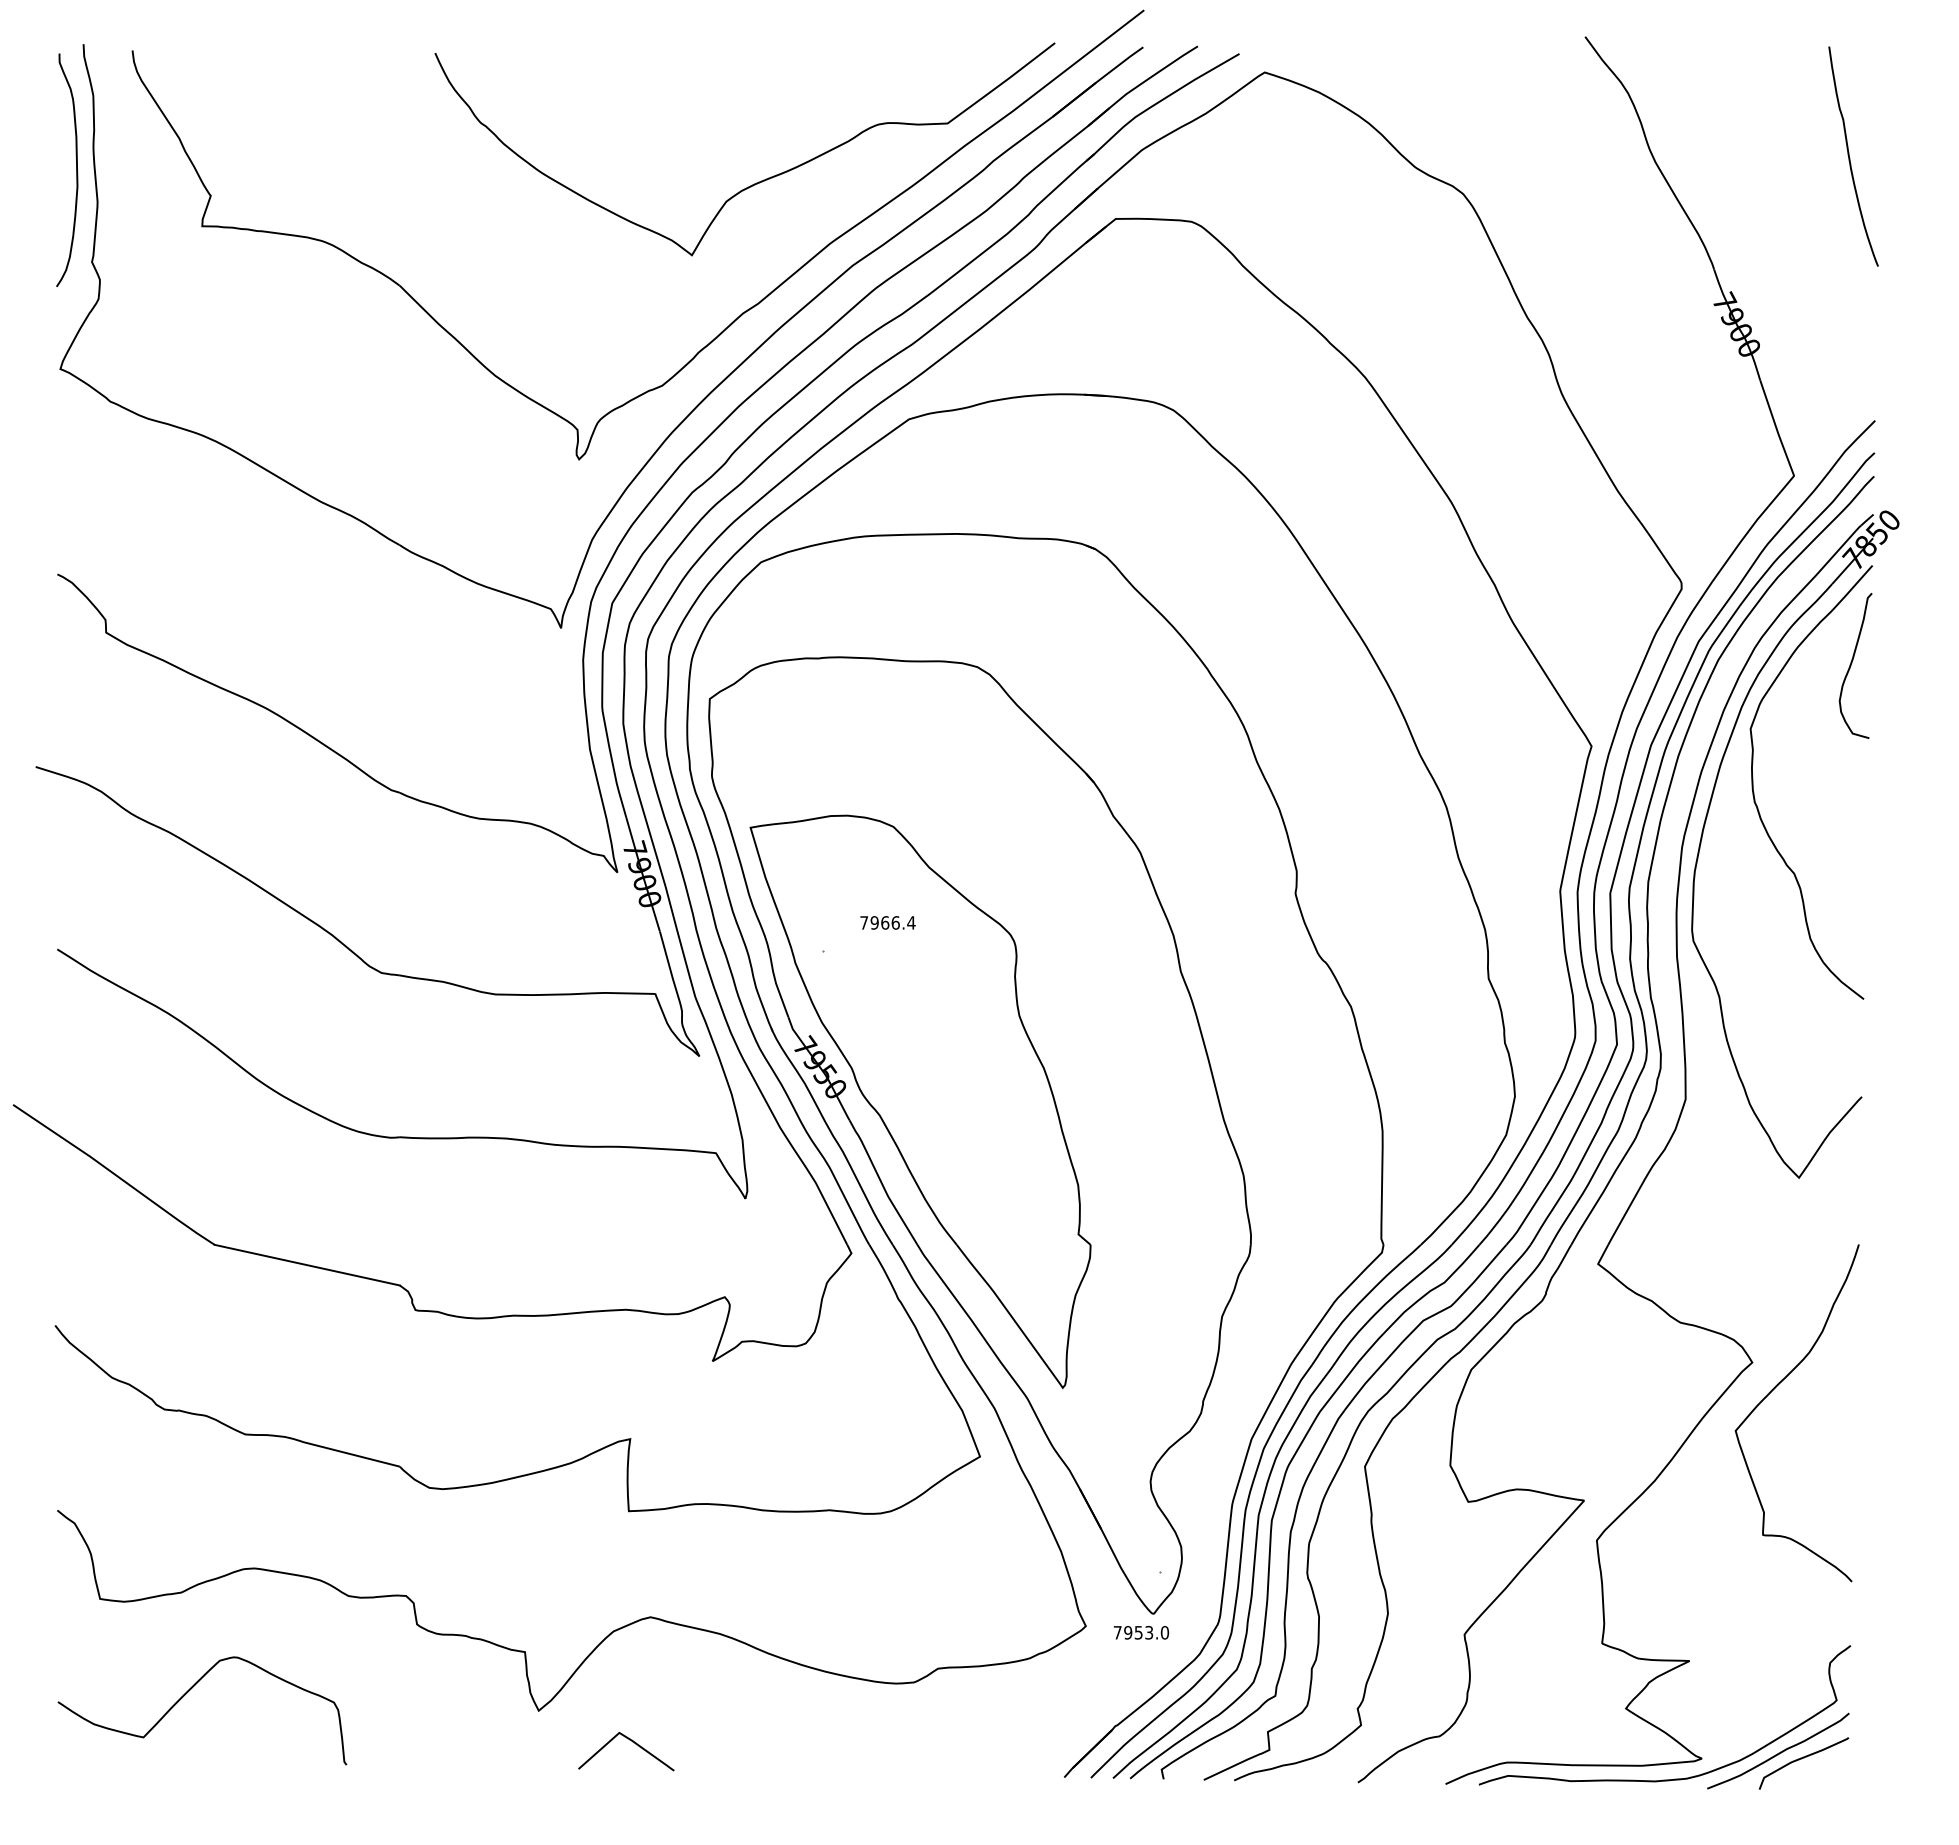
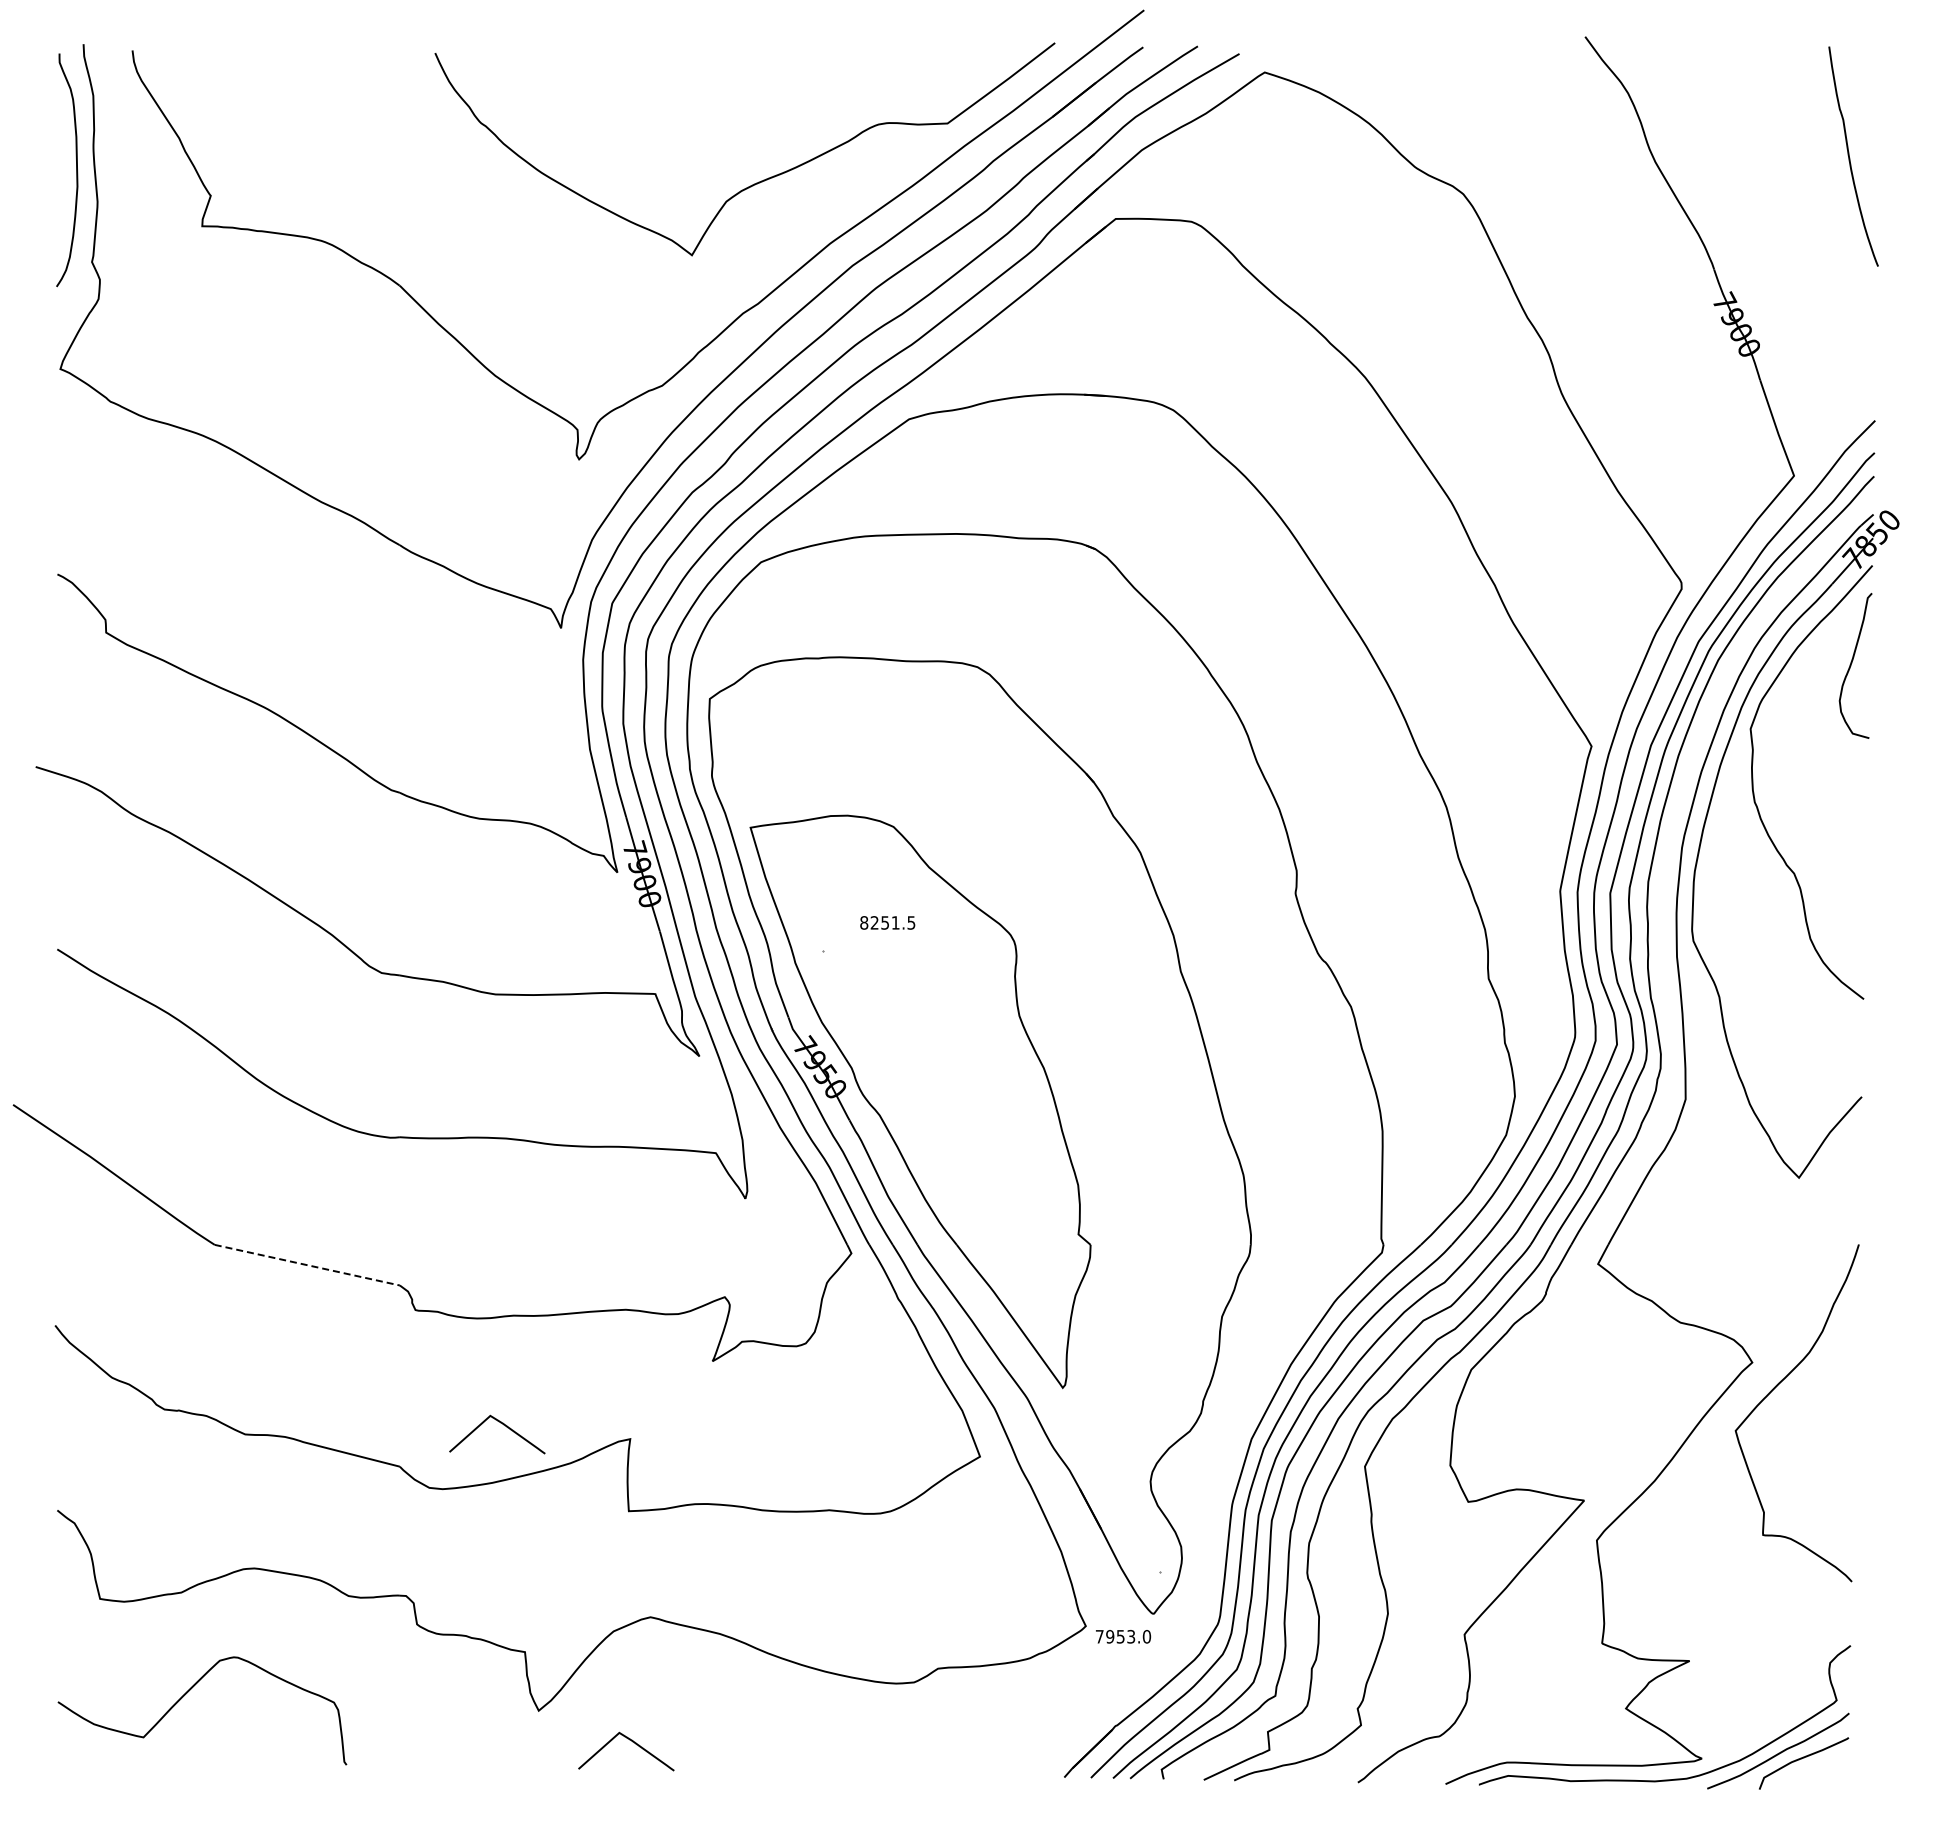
text at (887, 922): 7966.4 -> 8251.5
line at (307, 1265): solid -> dashed
curve at (503, 1425): none -> present
text at (1141, 1632) position: (1141, 1632) -> (1123, 1636)
